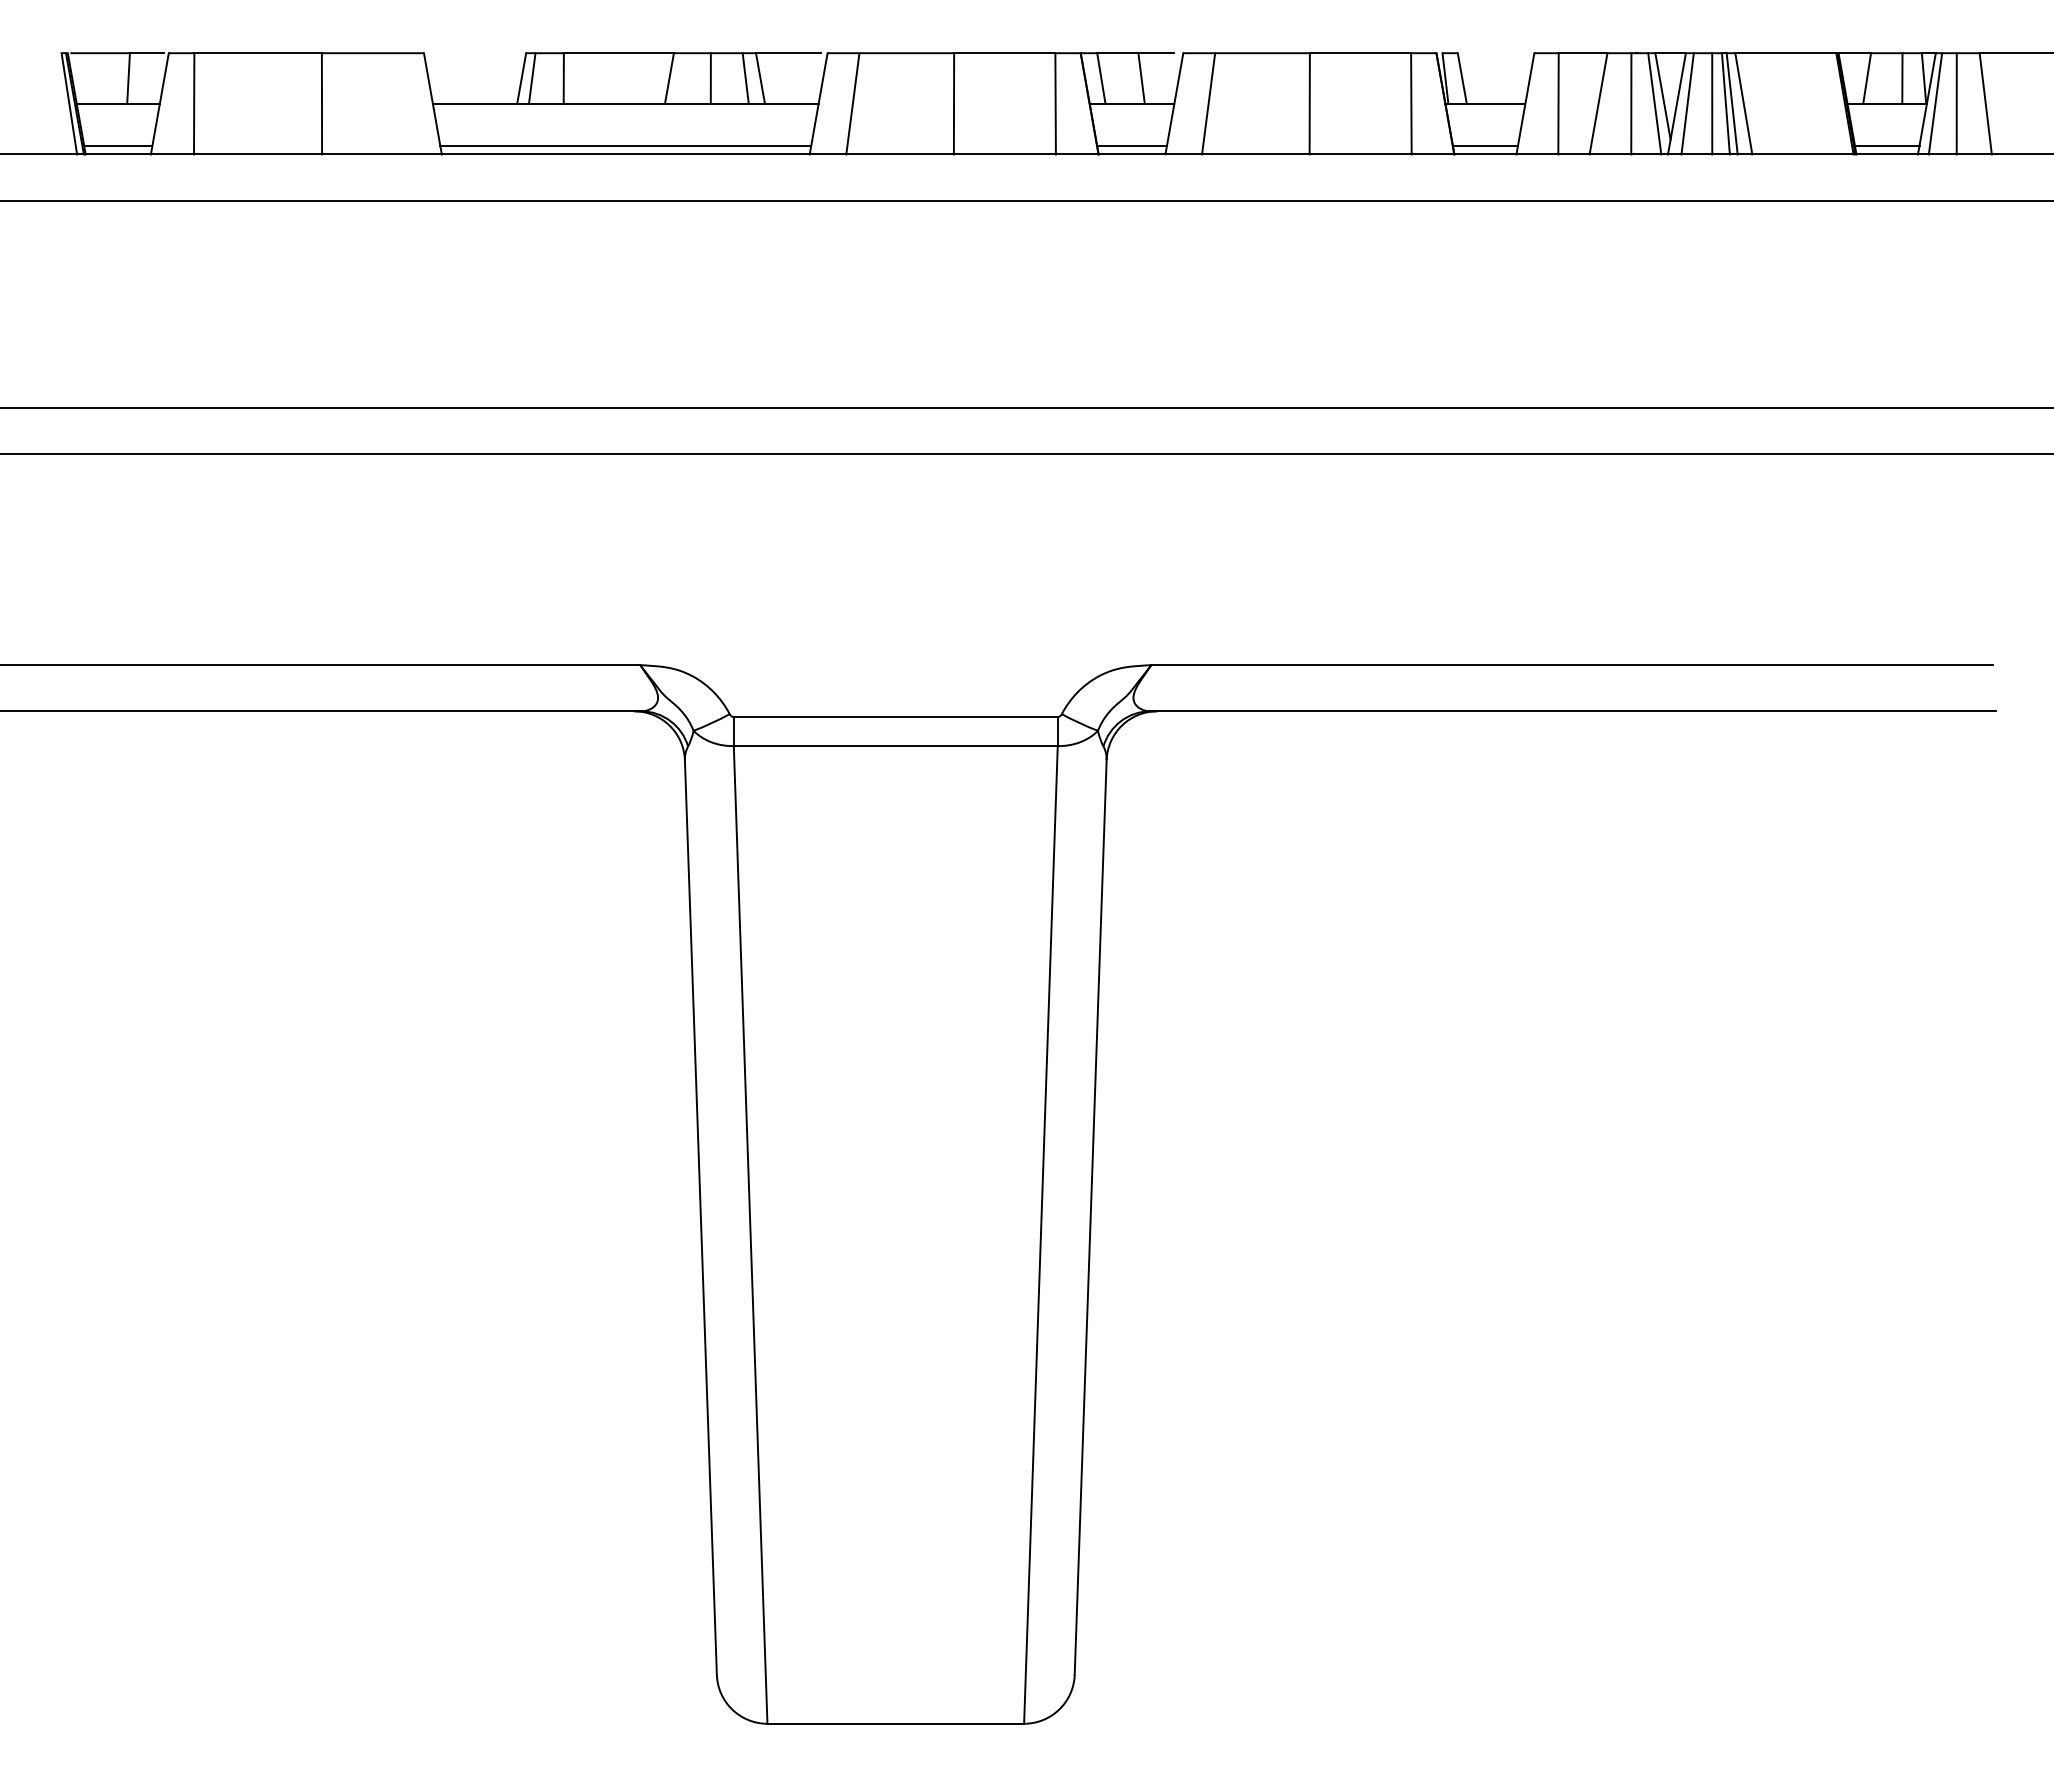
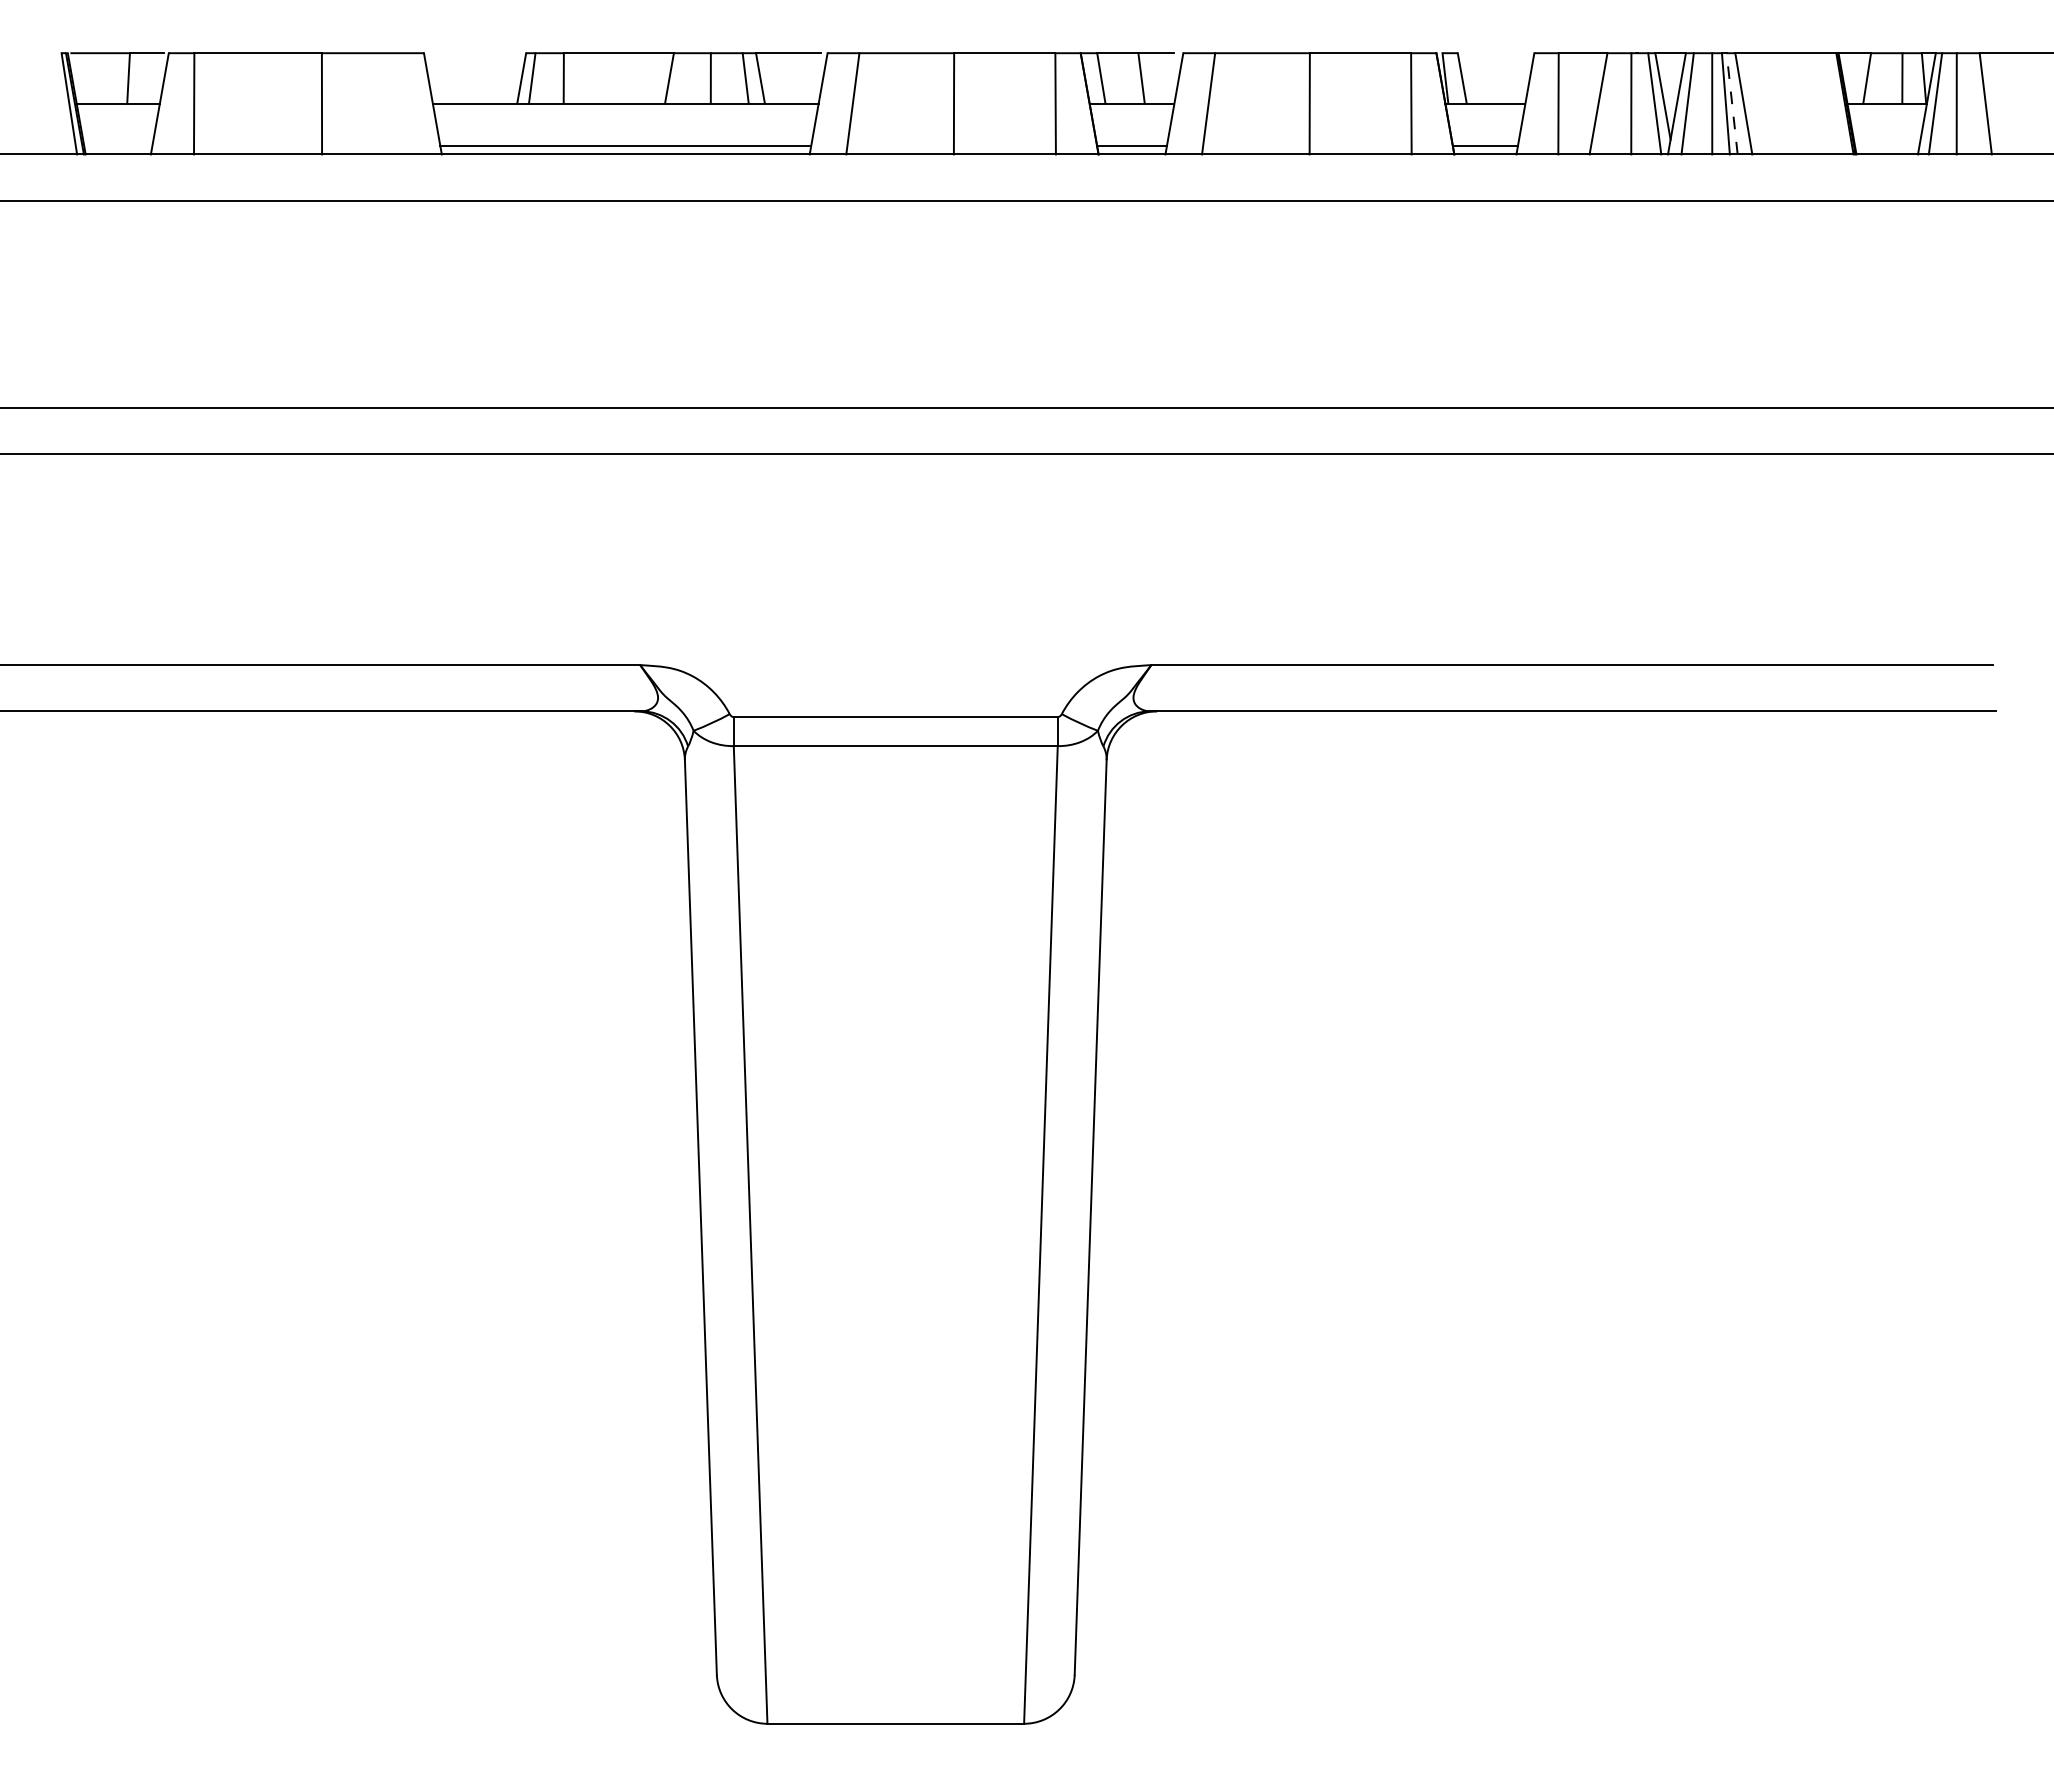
line at (1732, 103): solid -> dashed
line at (118, 145): present -> none
line at (1886, 145): present -> none
